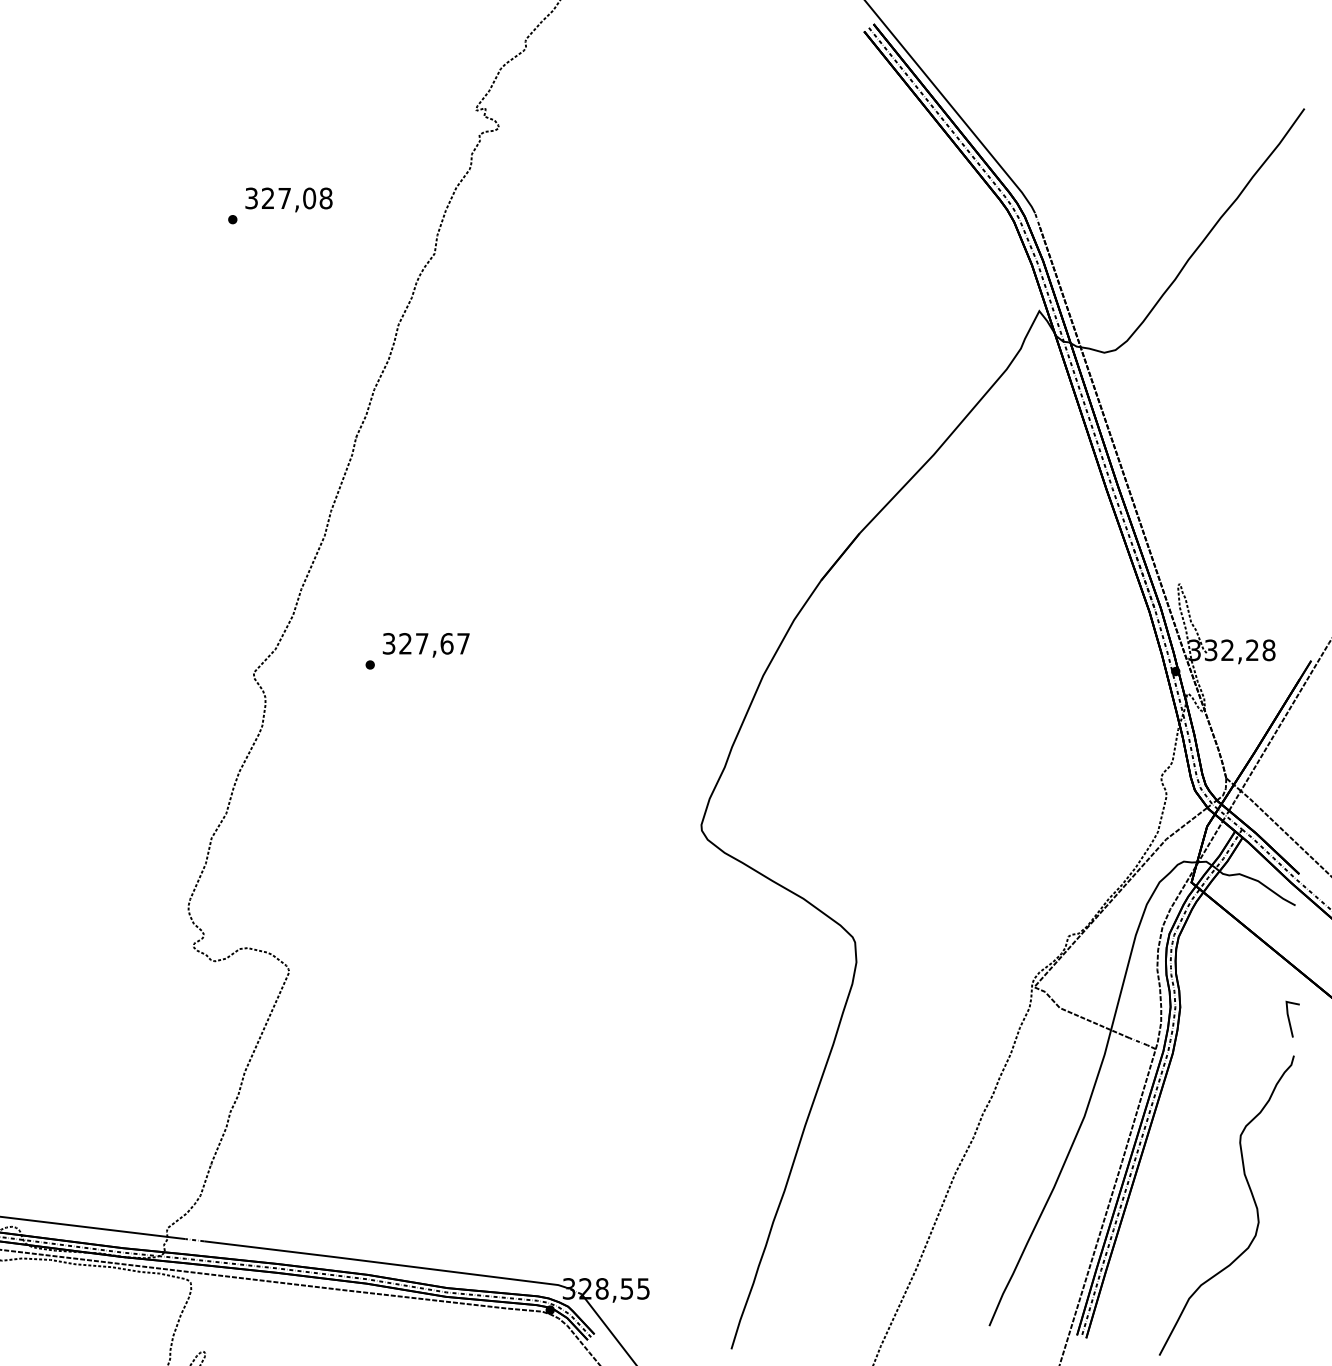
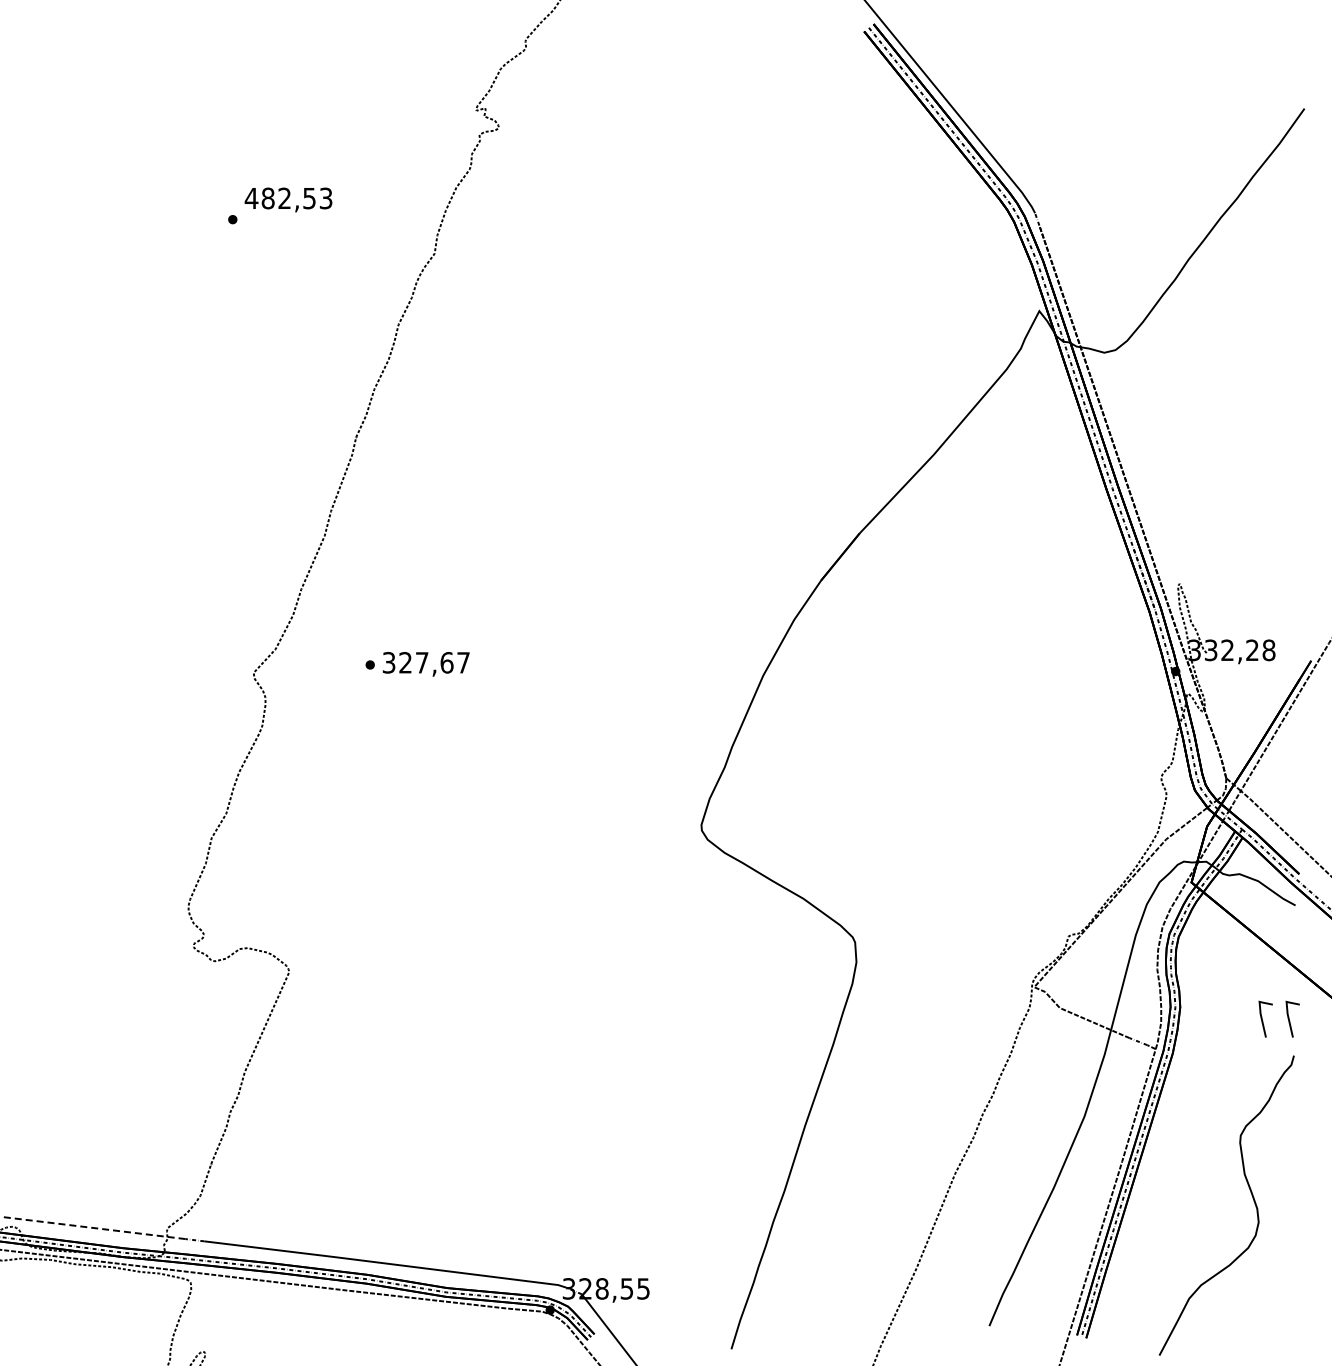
text at (288, 198): 327,08 -> 482,53
text at (425, 645) position: (425, 645) -> (425, 664)
line at (1262, 1018): none -> present
line at (92, 1227): solid -> dashed
